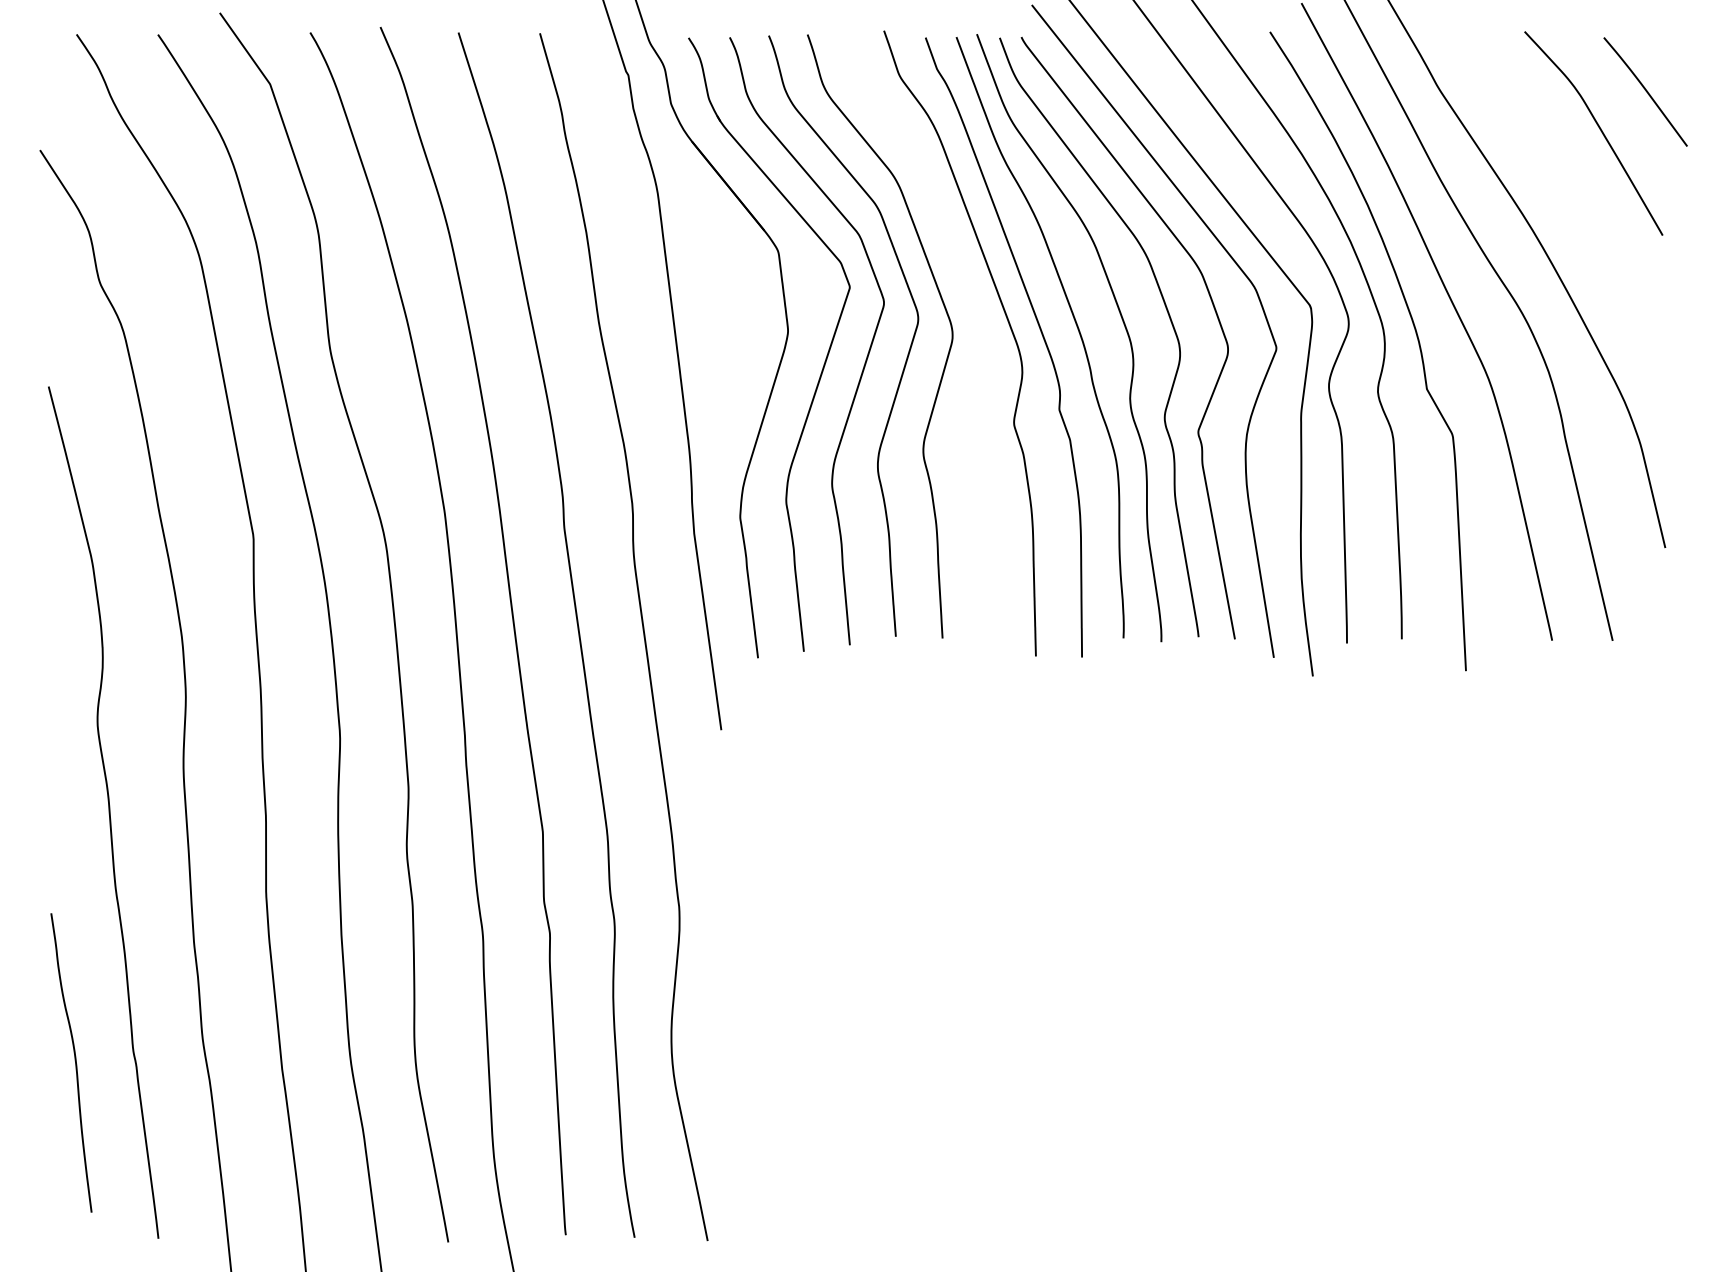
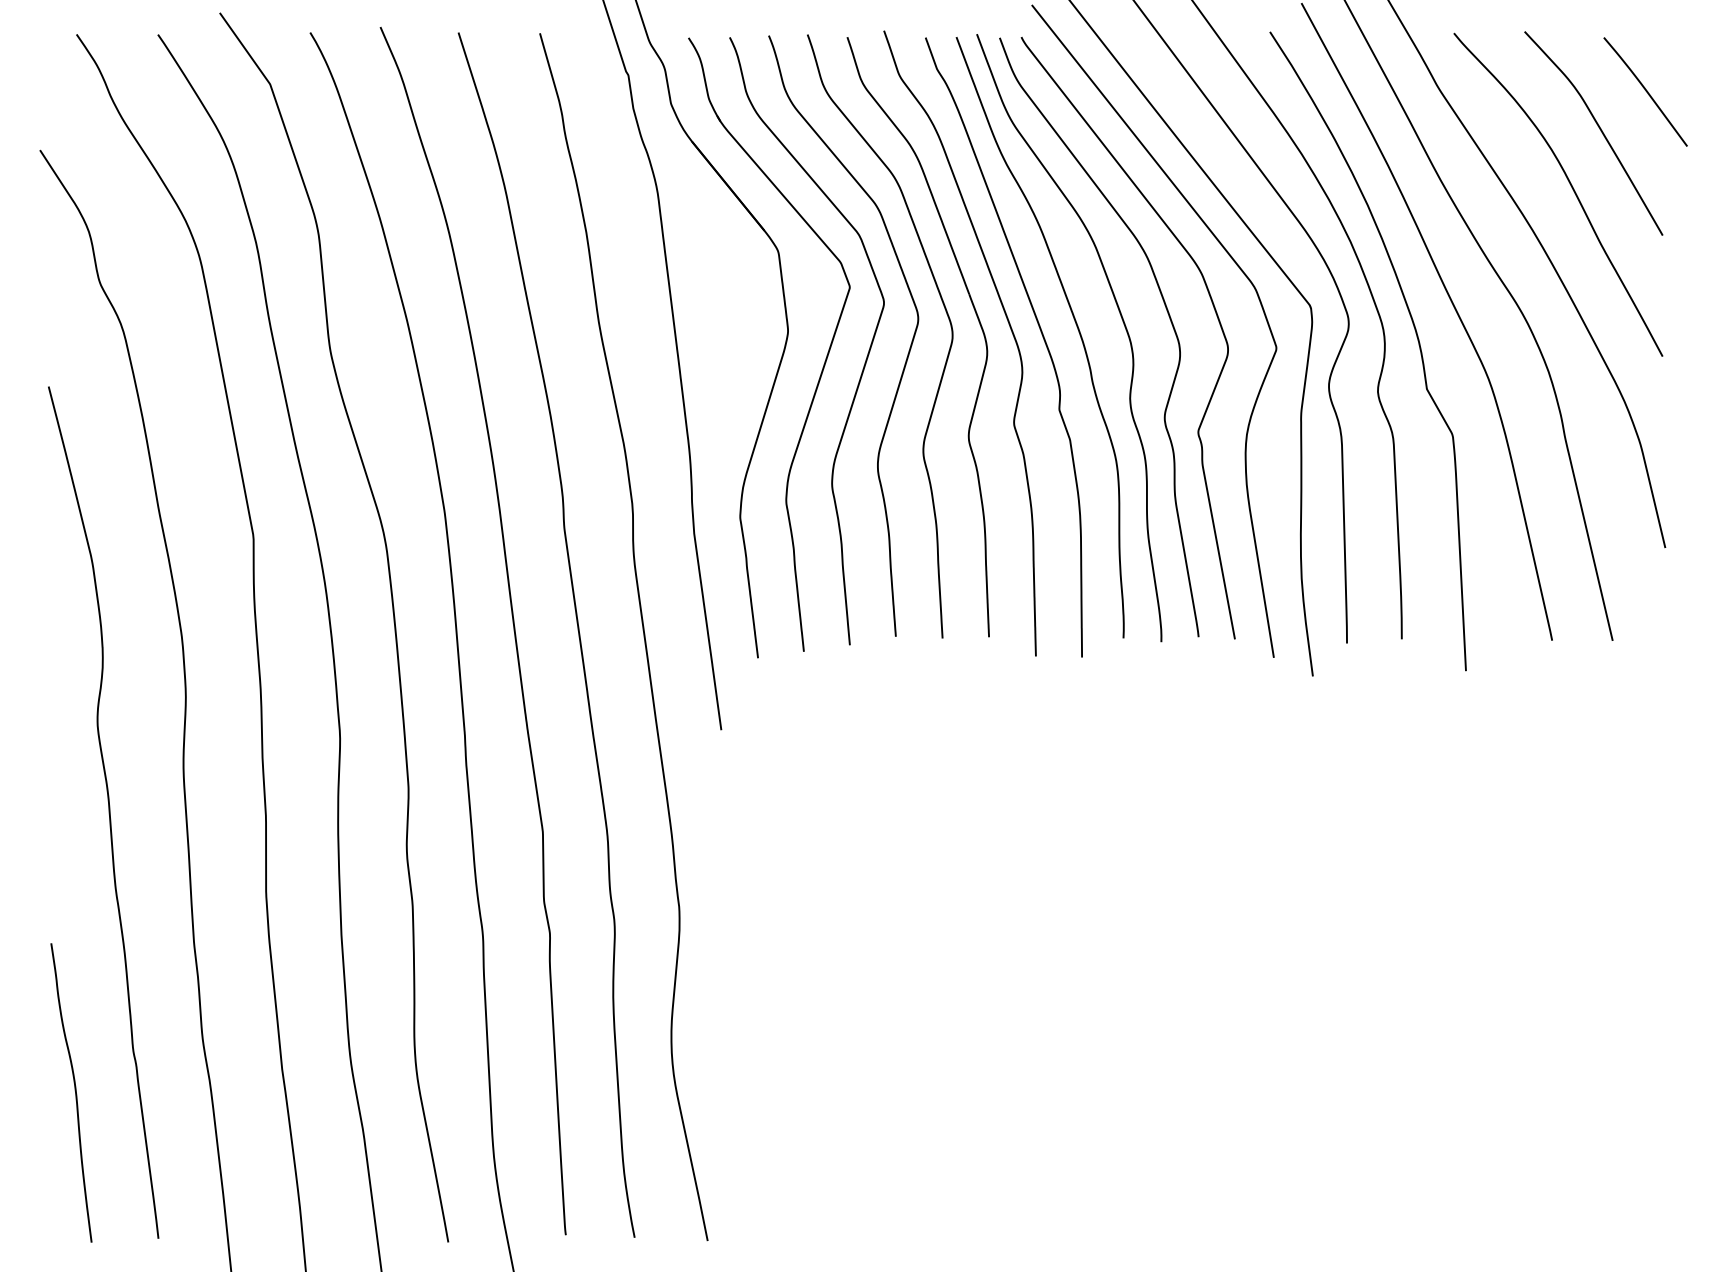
curve at (1570, 186): none -> present
part at (975, 314): none -> present
curve at (74, 1060) position: (74, 1060) -> (74, 1090)
